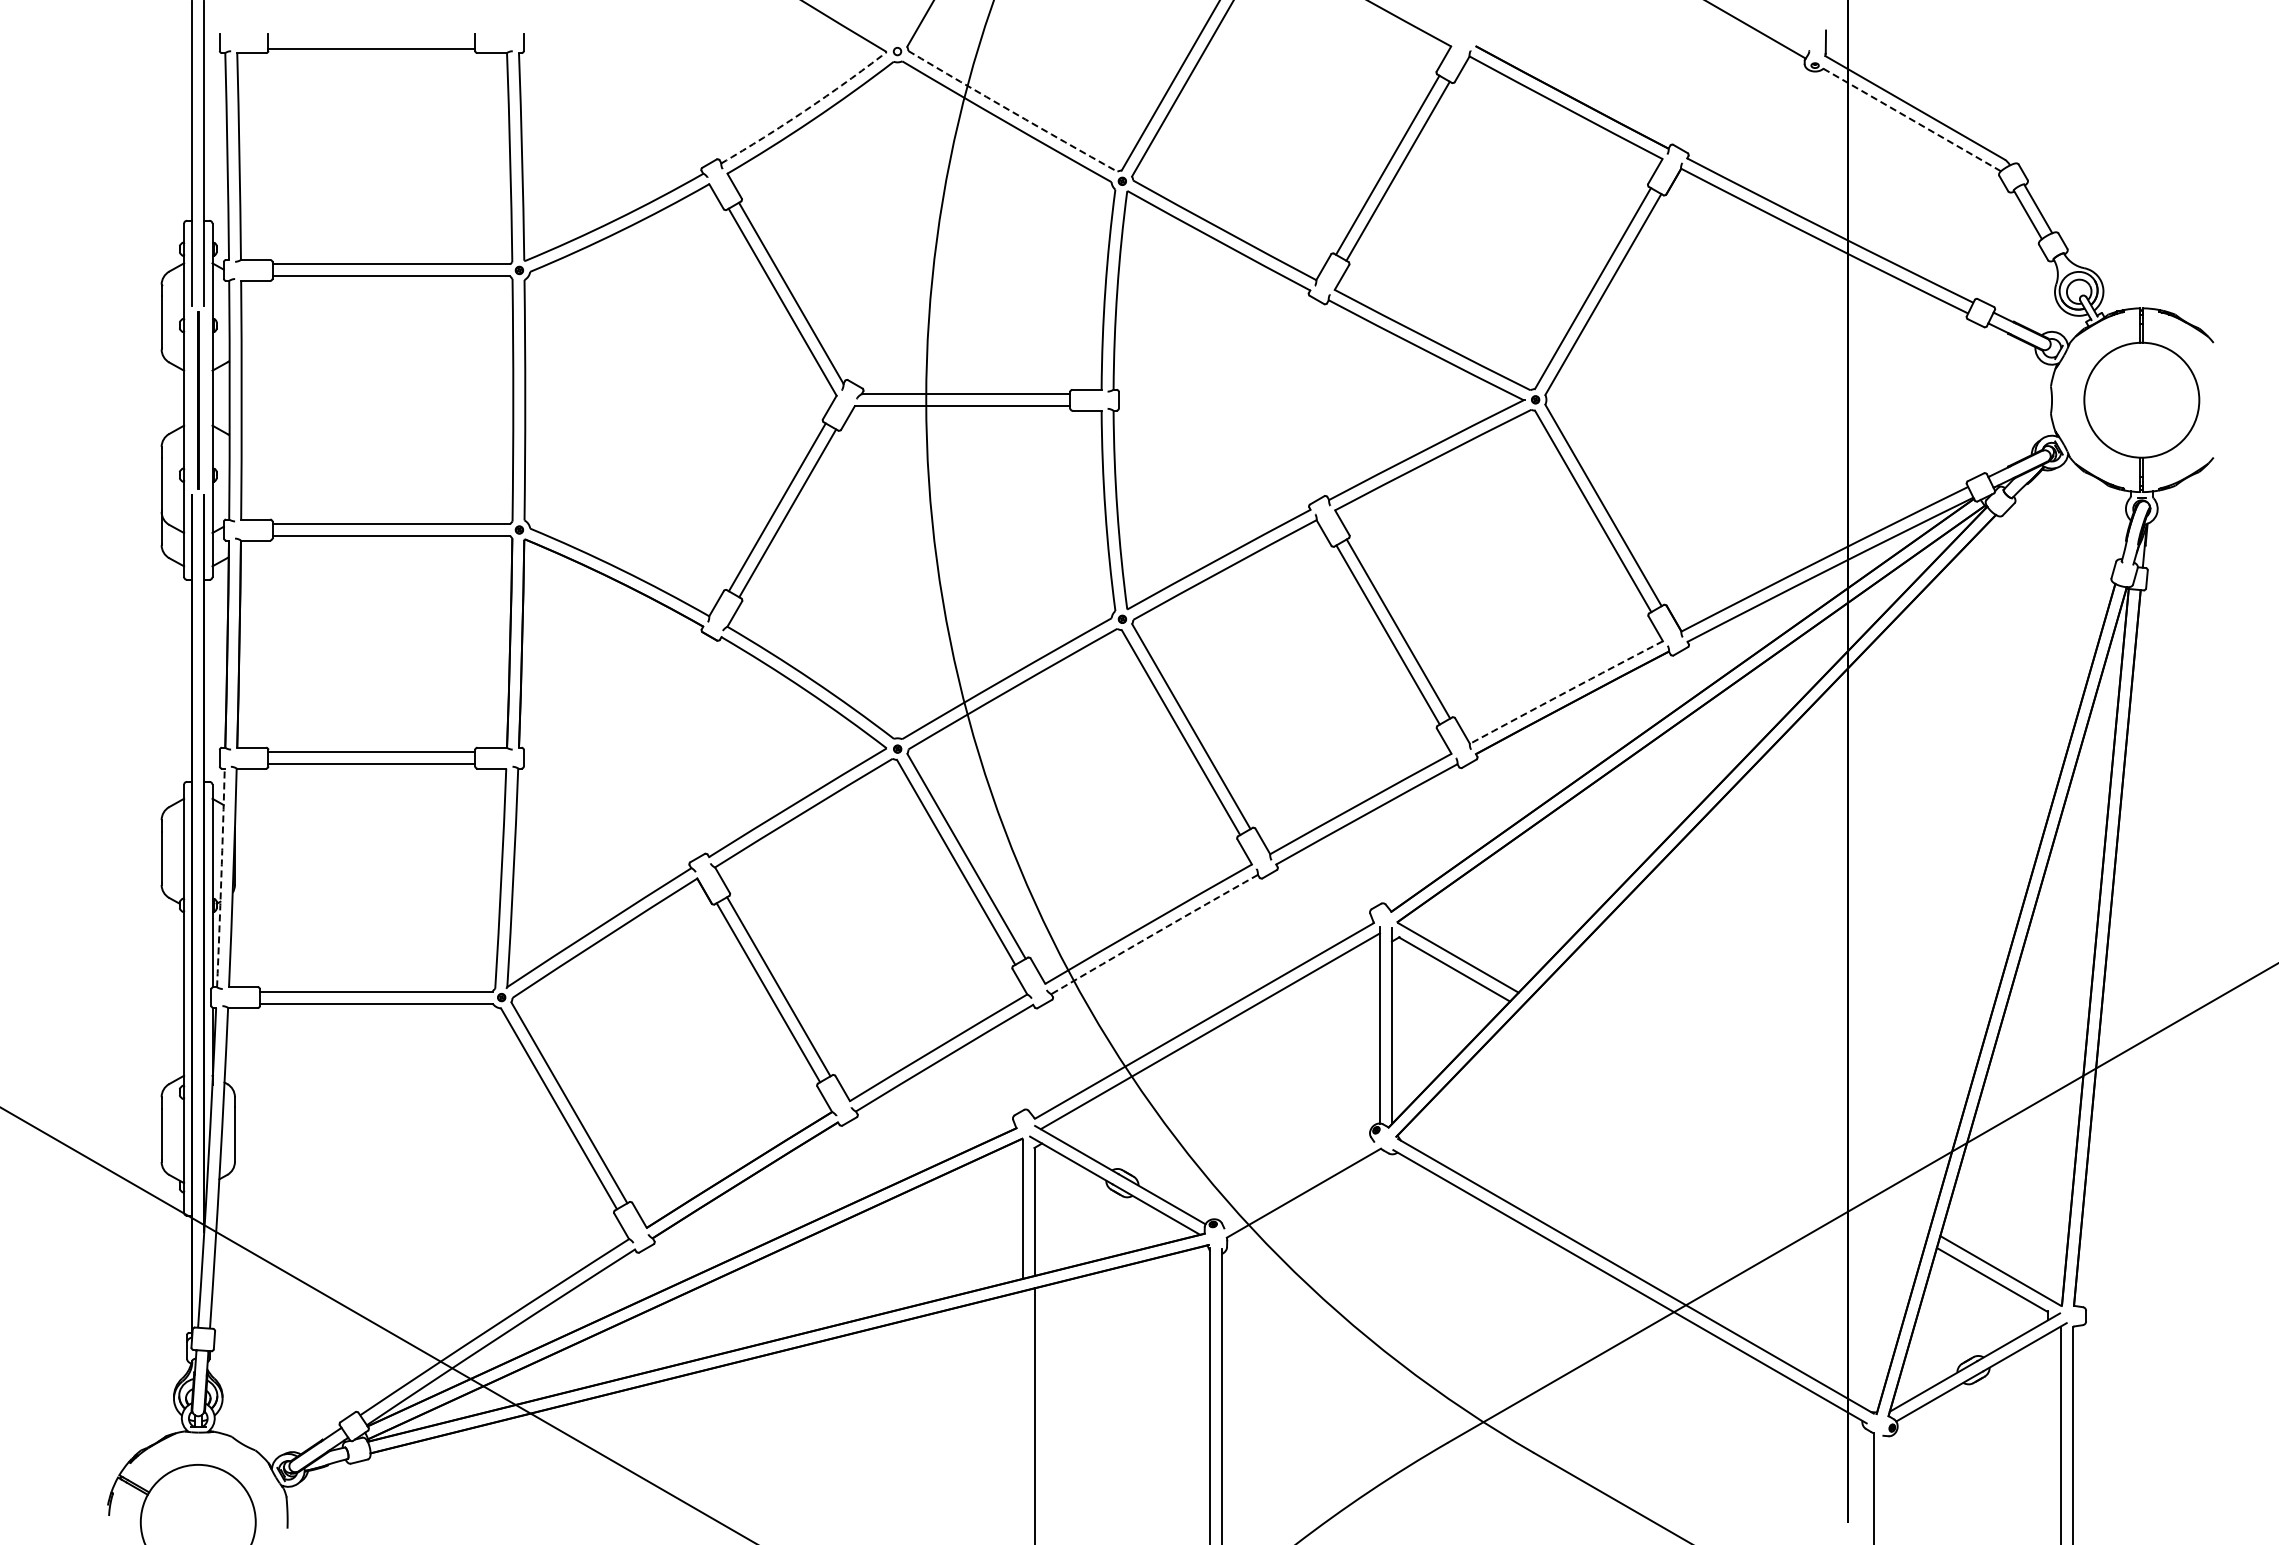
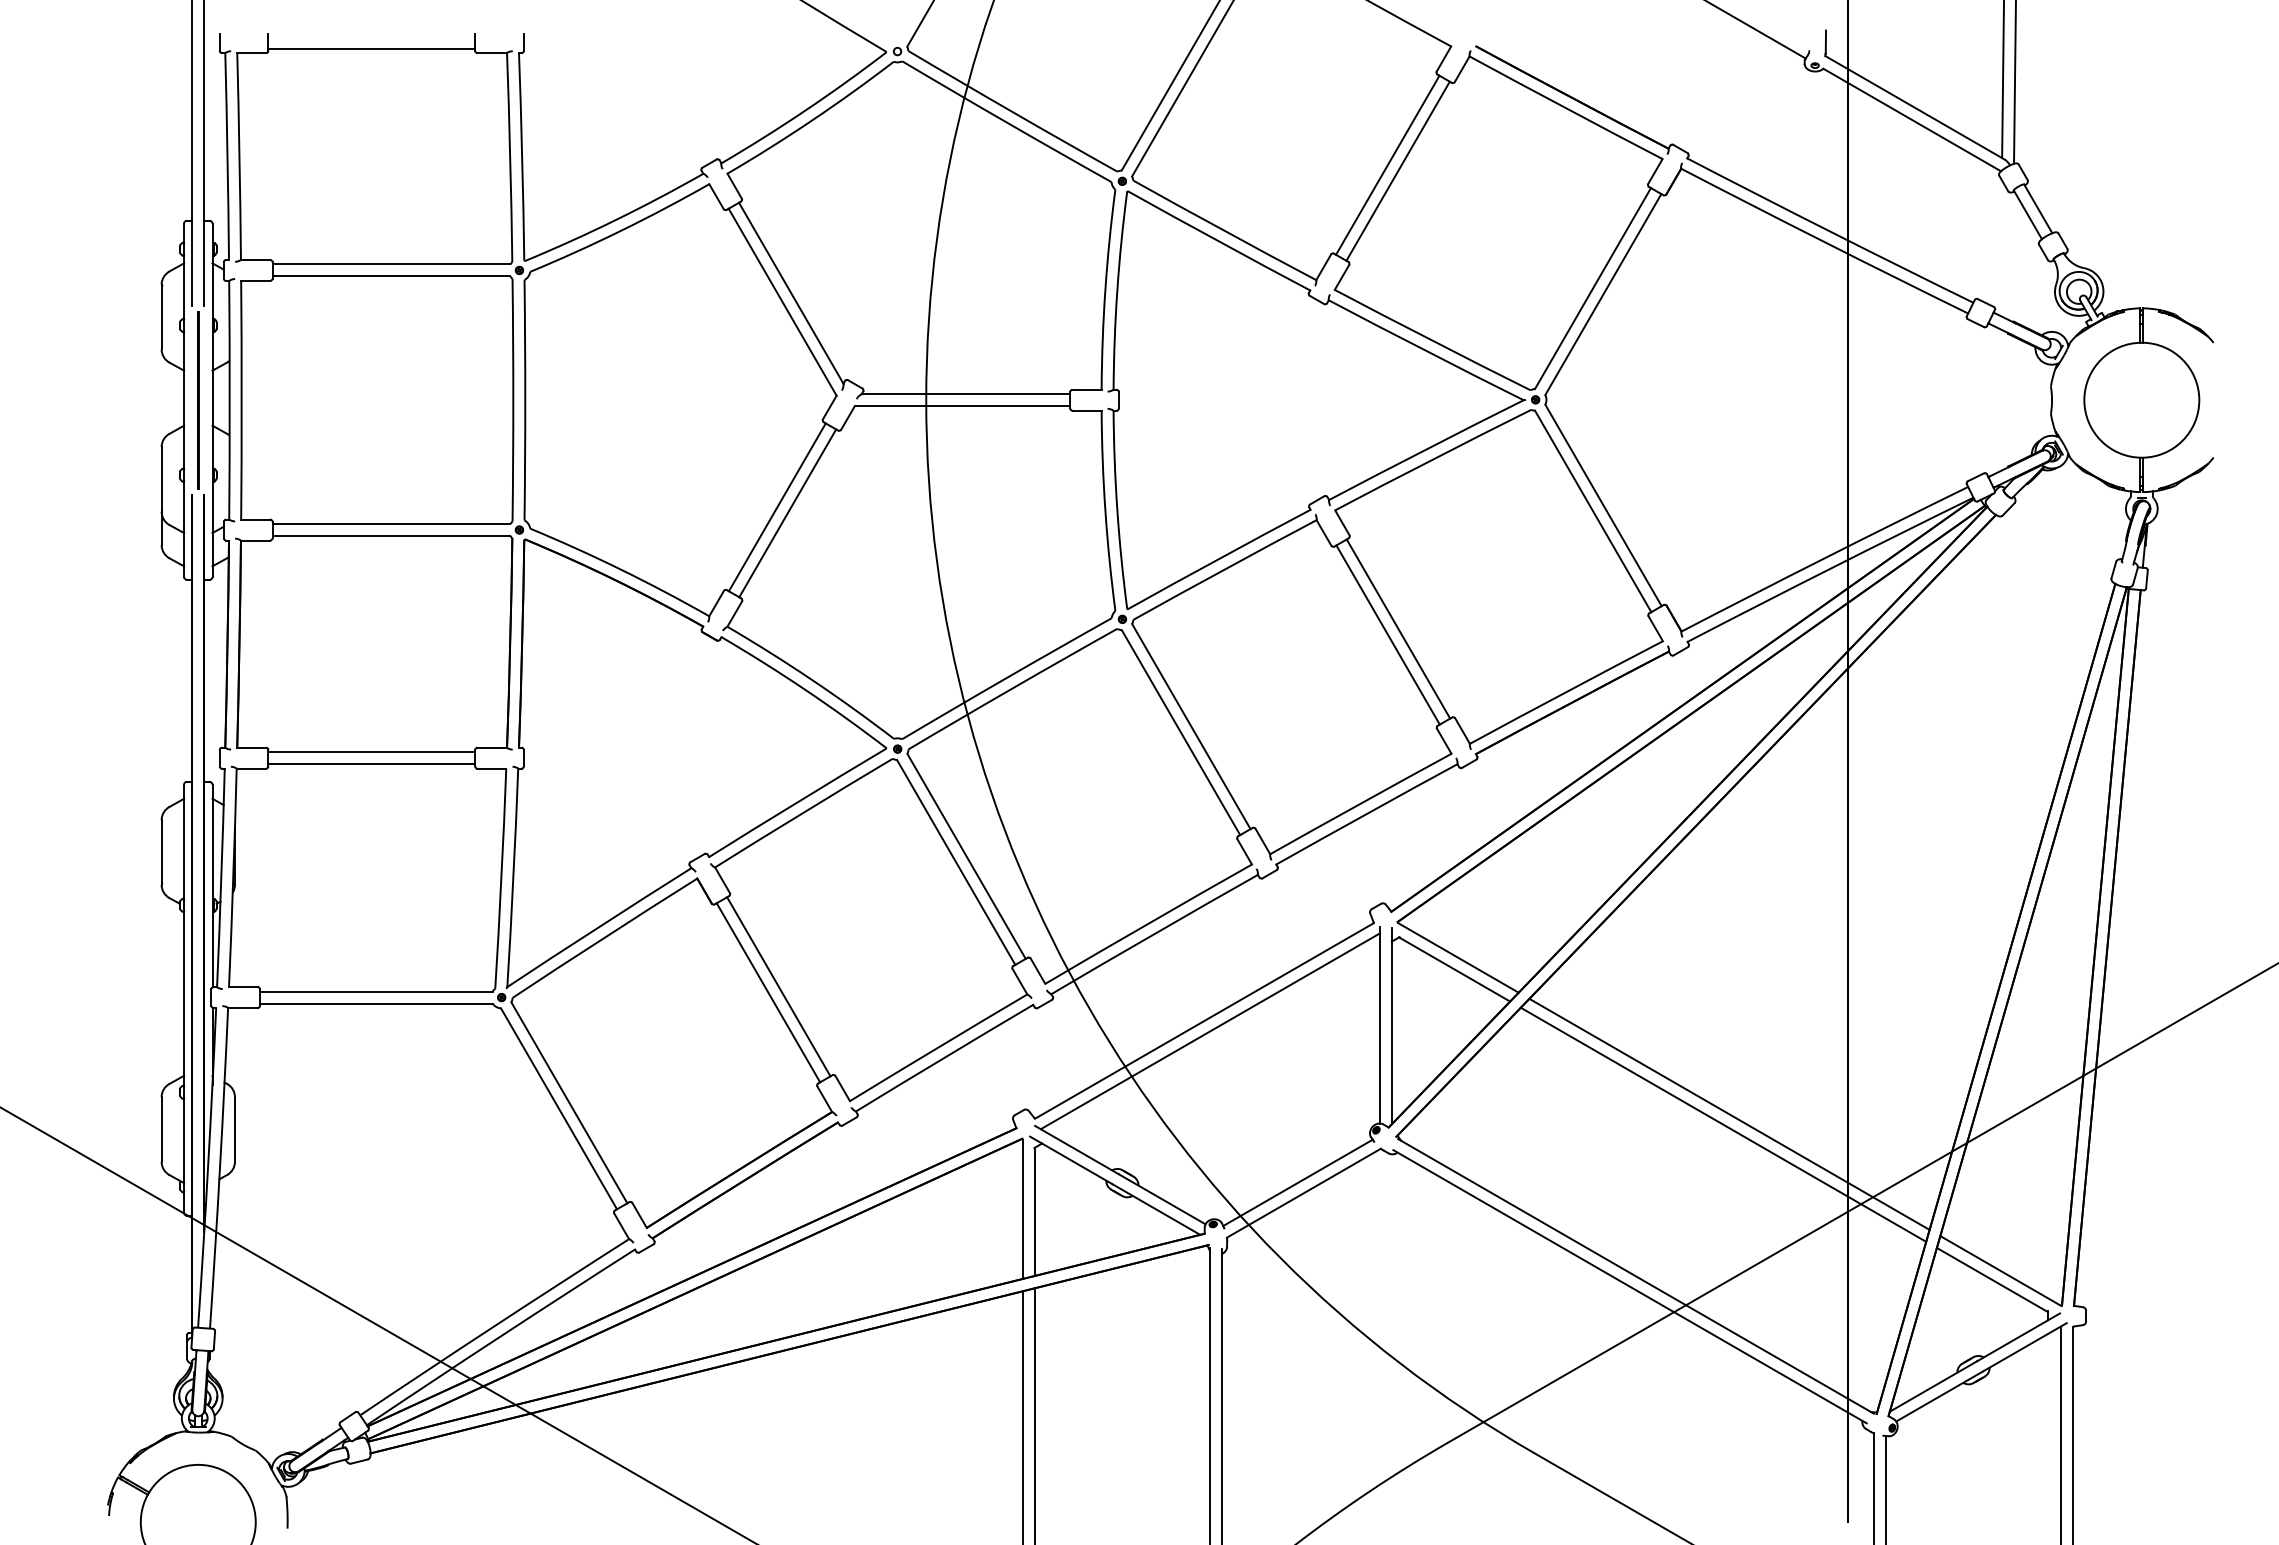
line at (2002, 80): none -> present
line at (2014, 82): none -> present
arc at (805, 110): dashed -> solid
arc at (1012, 112): dashed -> solid
line at (1912, 120): dashed -> solid
arc at (1566, 692): dashed -> solid
arc at (221, 878): dashed -> solid
arc at (1154, 934): dashed -> solid
line at (1729, 1113): none -> present
line at (1723, 1124): none -> present
line at (1297, 1182): none -> present
line at (1022, 1416): none -> present
line at (1886, 1488): none -> present
